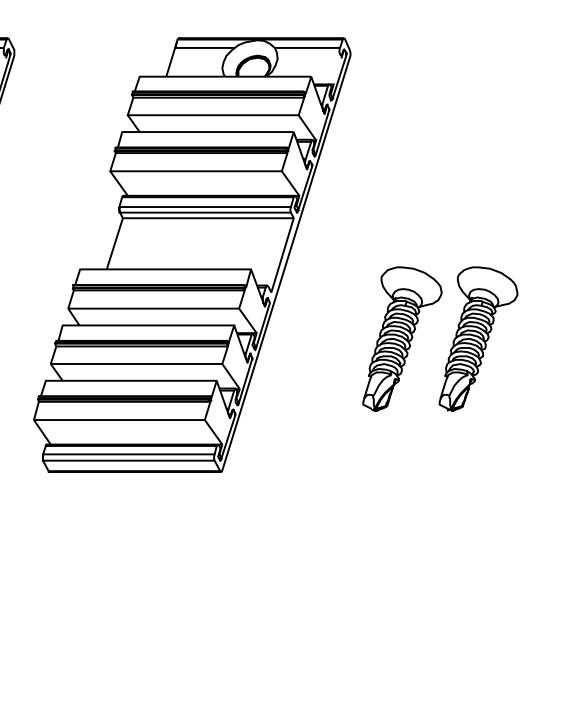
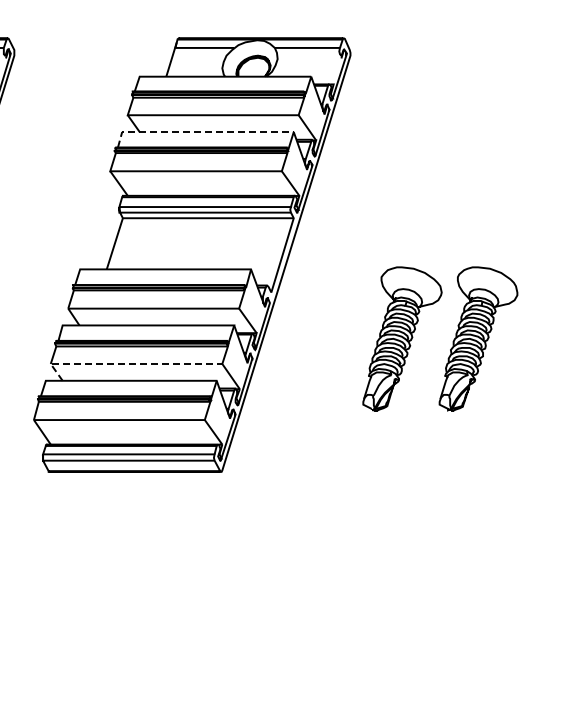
line at (200, 132): solid -> dashed
line at (125, 363): solid -> dashed
